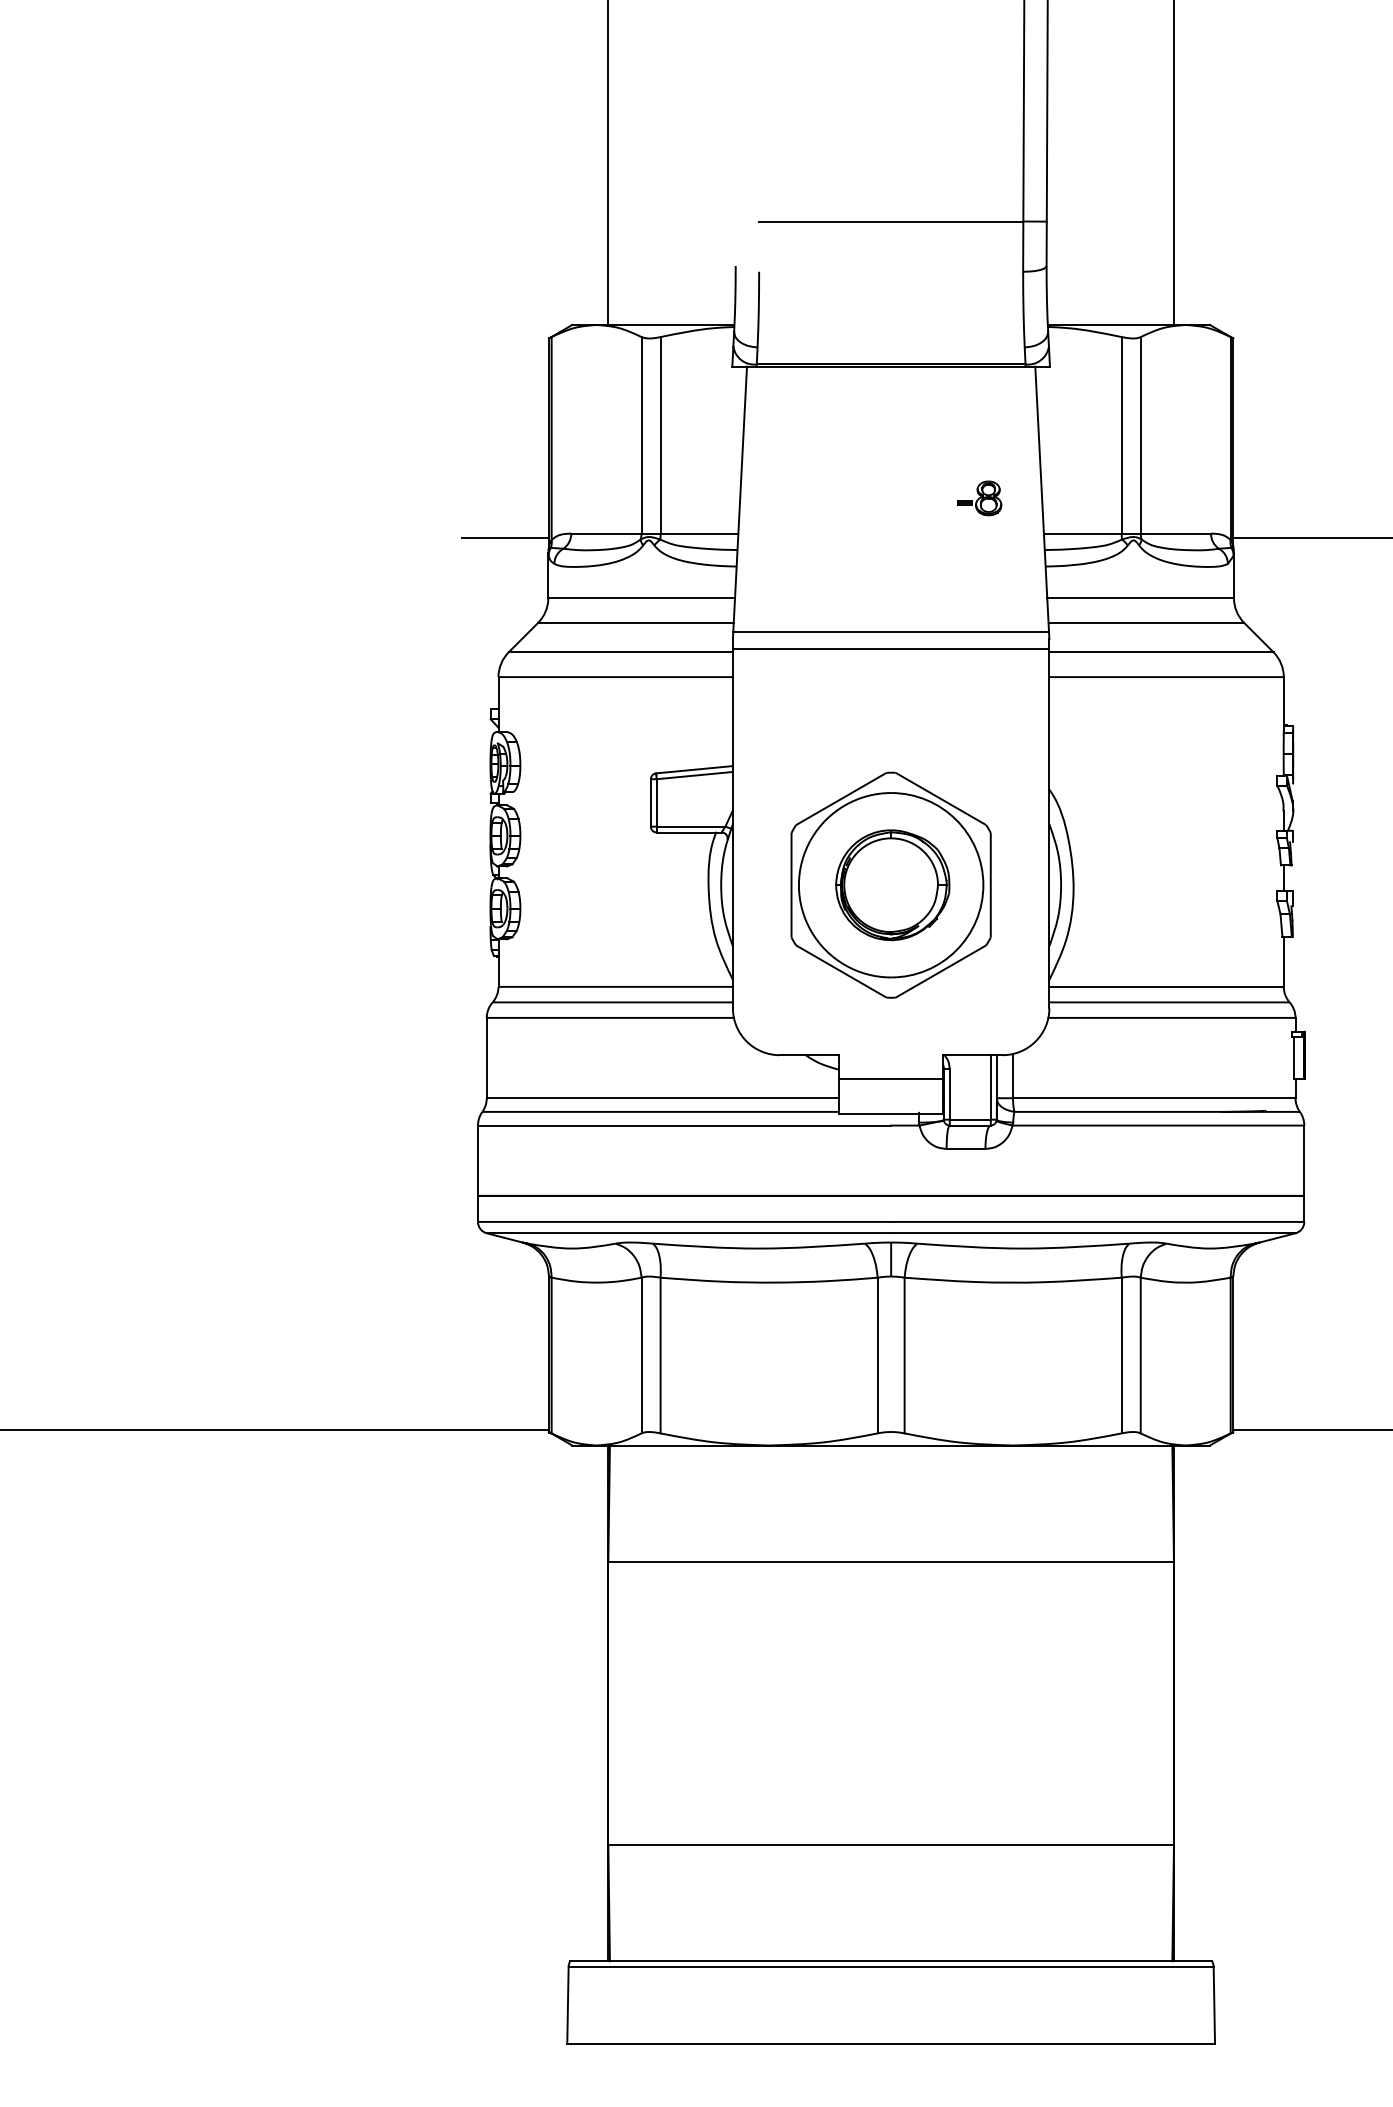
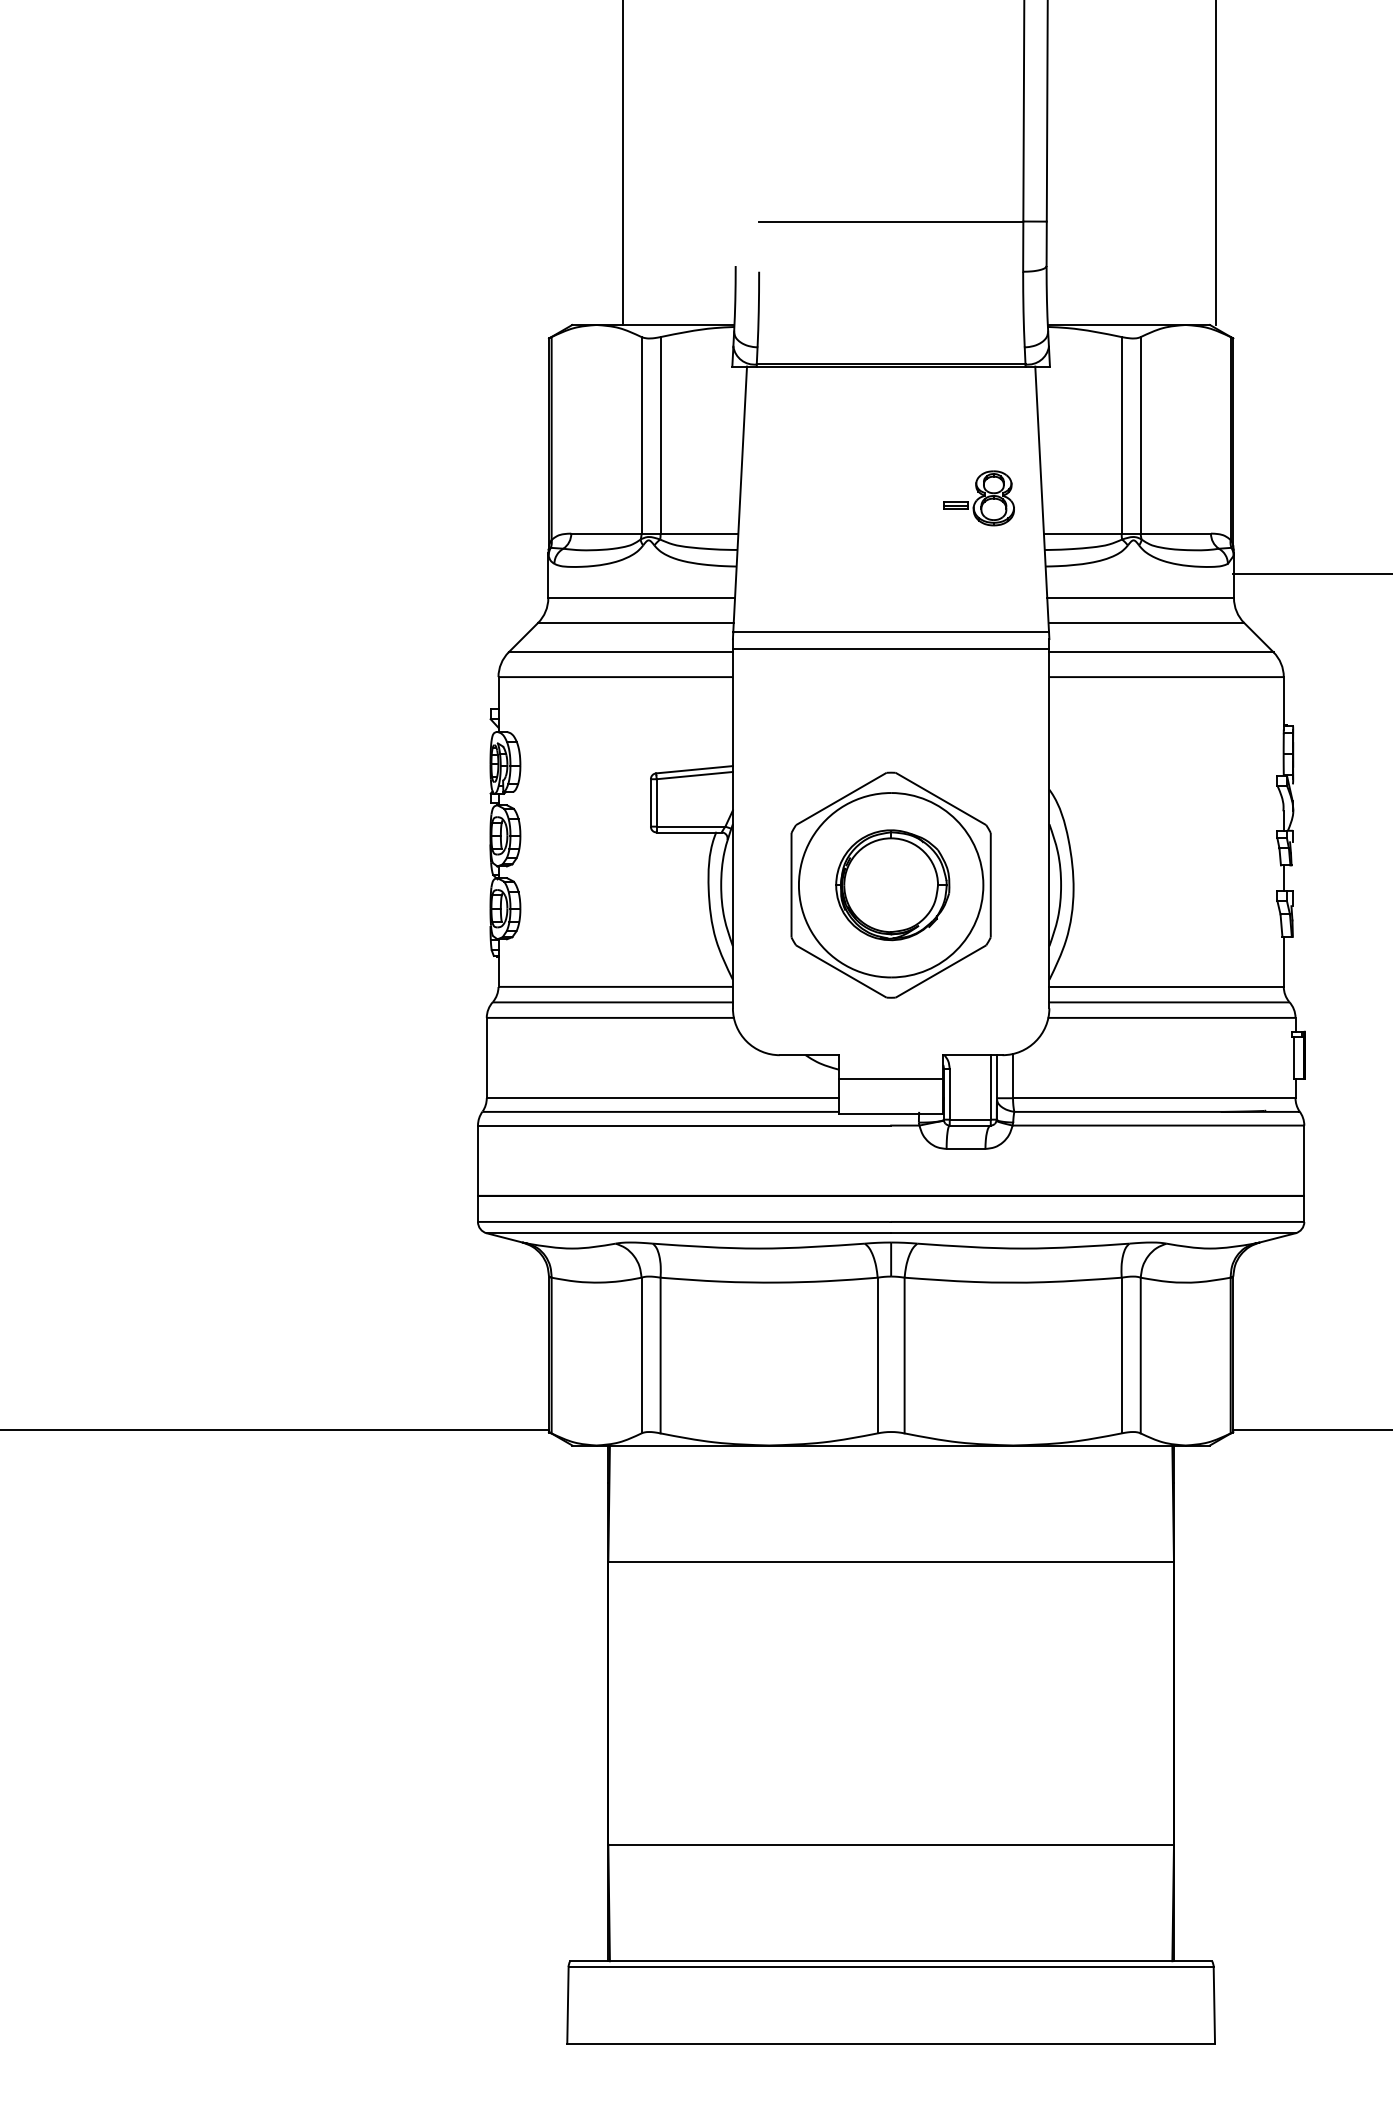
line at (608, 163) position: (608, 163) -> (623, 163)
line at (1174, 163) position: (1174, 163) -> (1216, 163)
part at (979, 498) size: 46x37 px -> 72x57 px
line at (505, 538): present -> none
line at (1311, 538) position: (1311, 538) -> (1311, 574)
